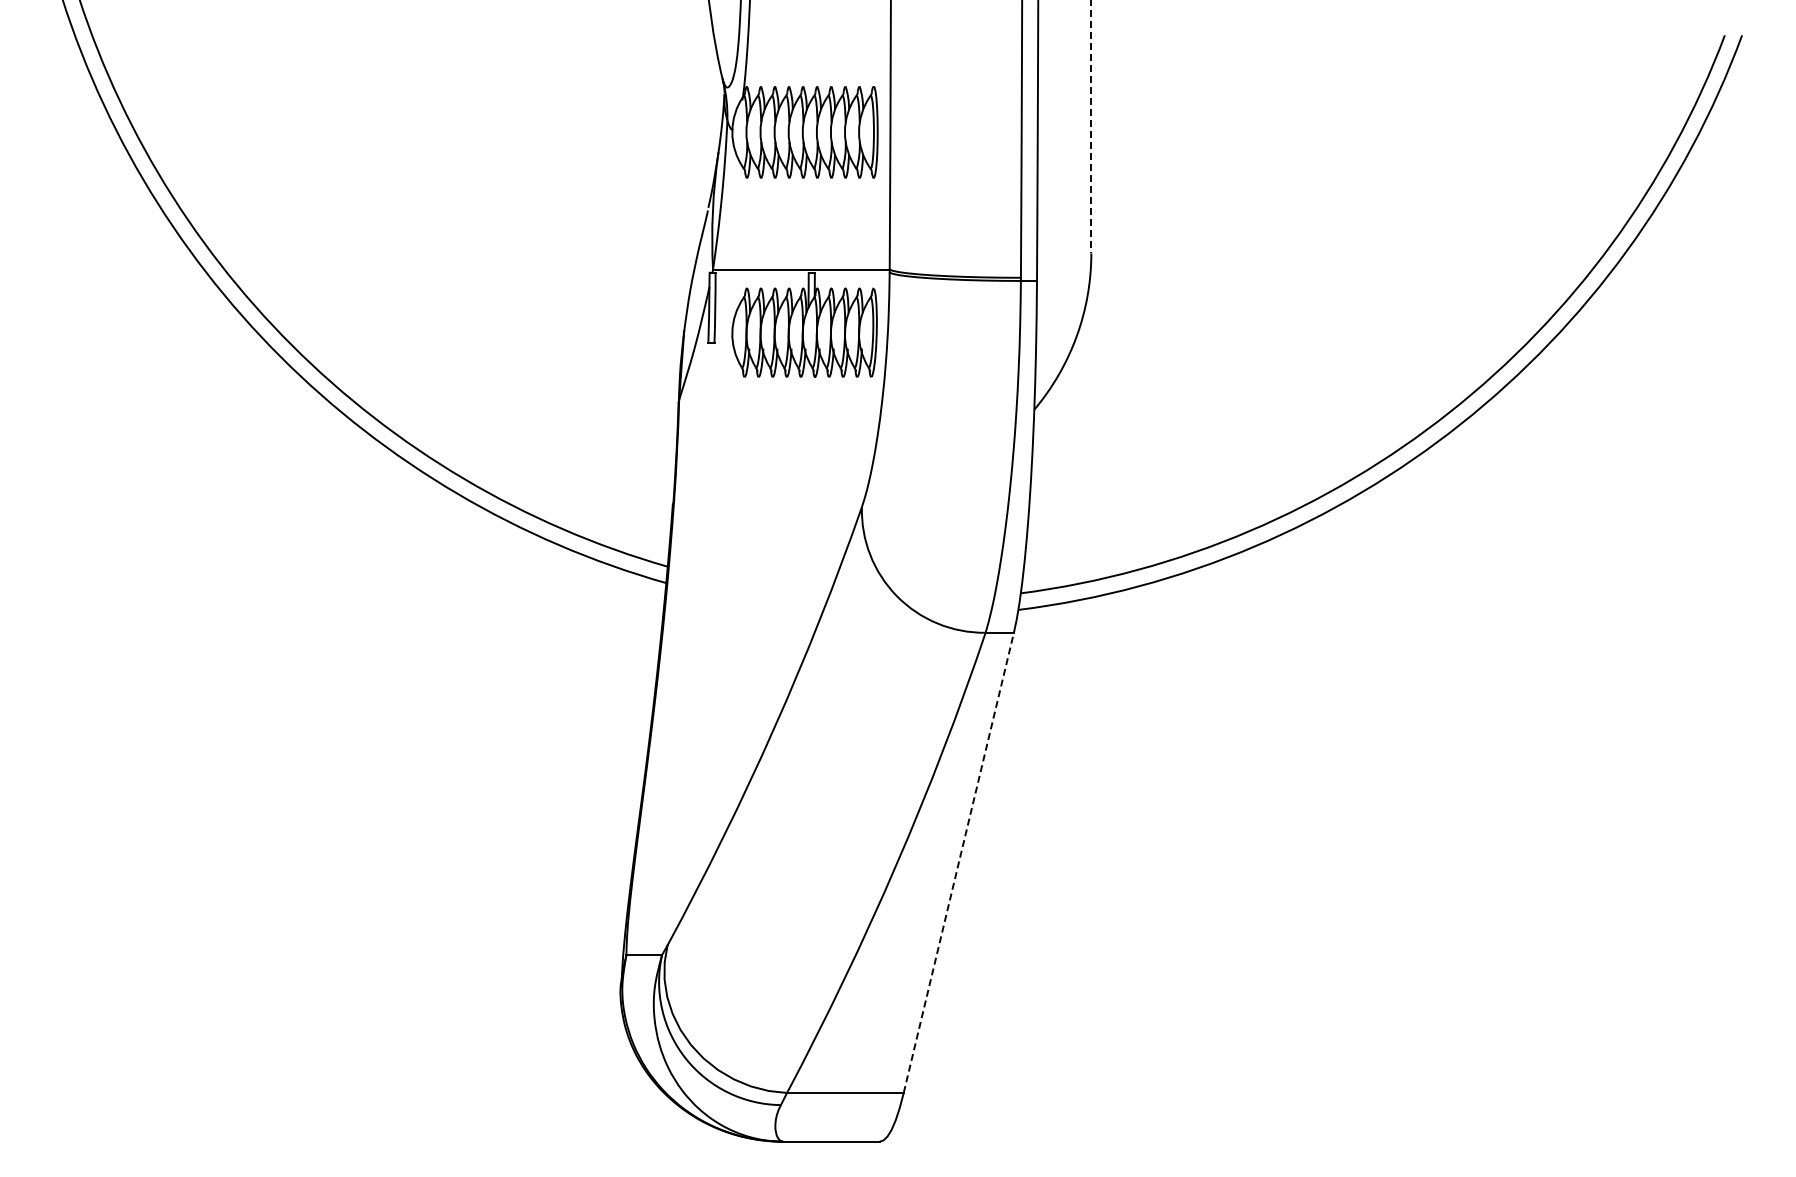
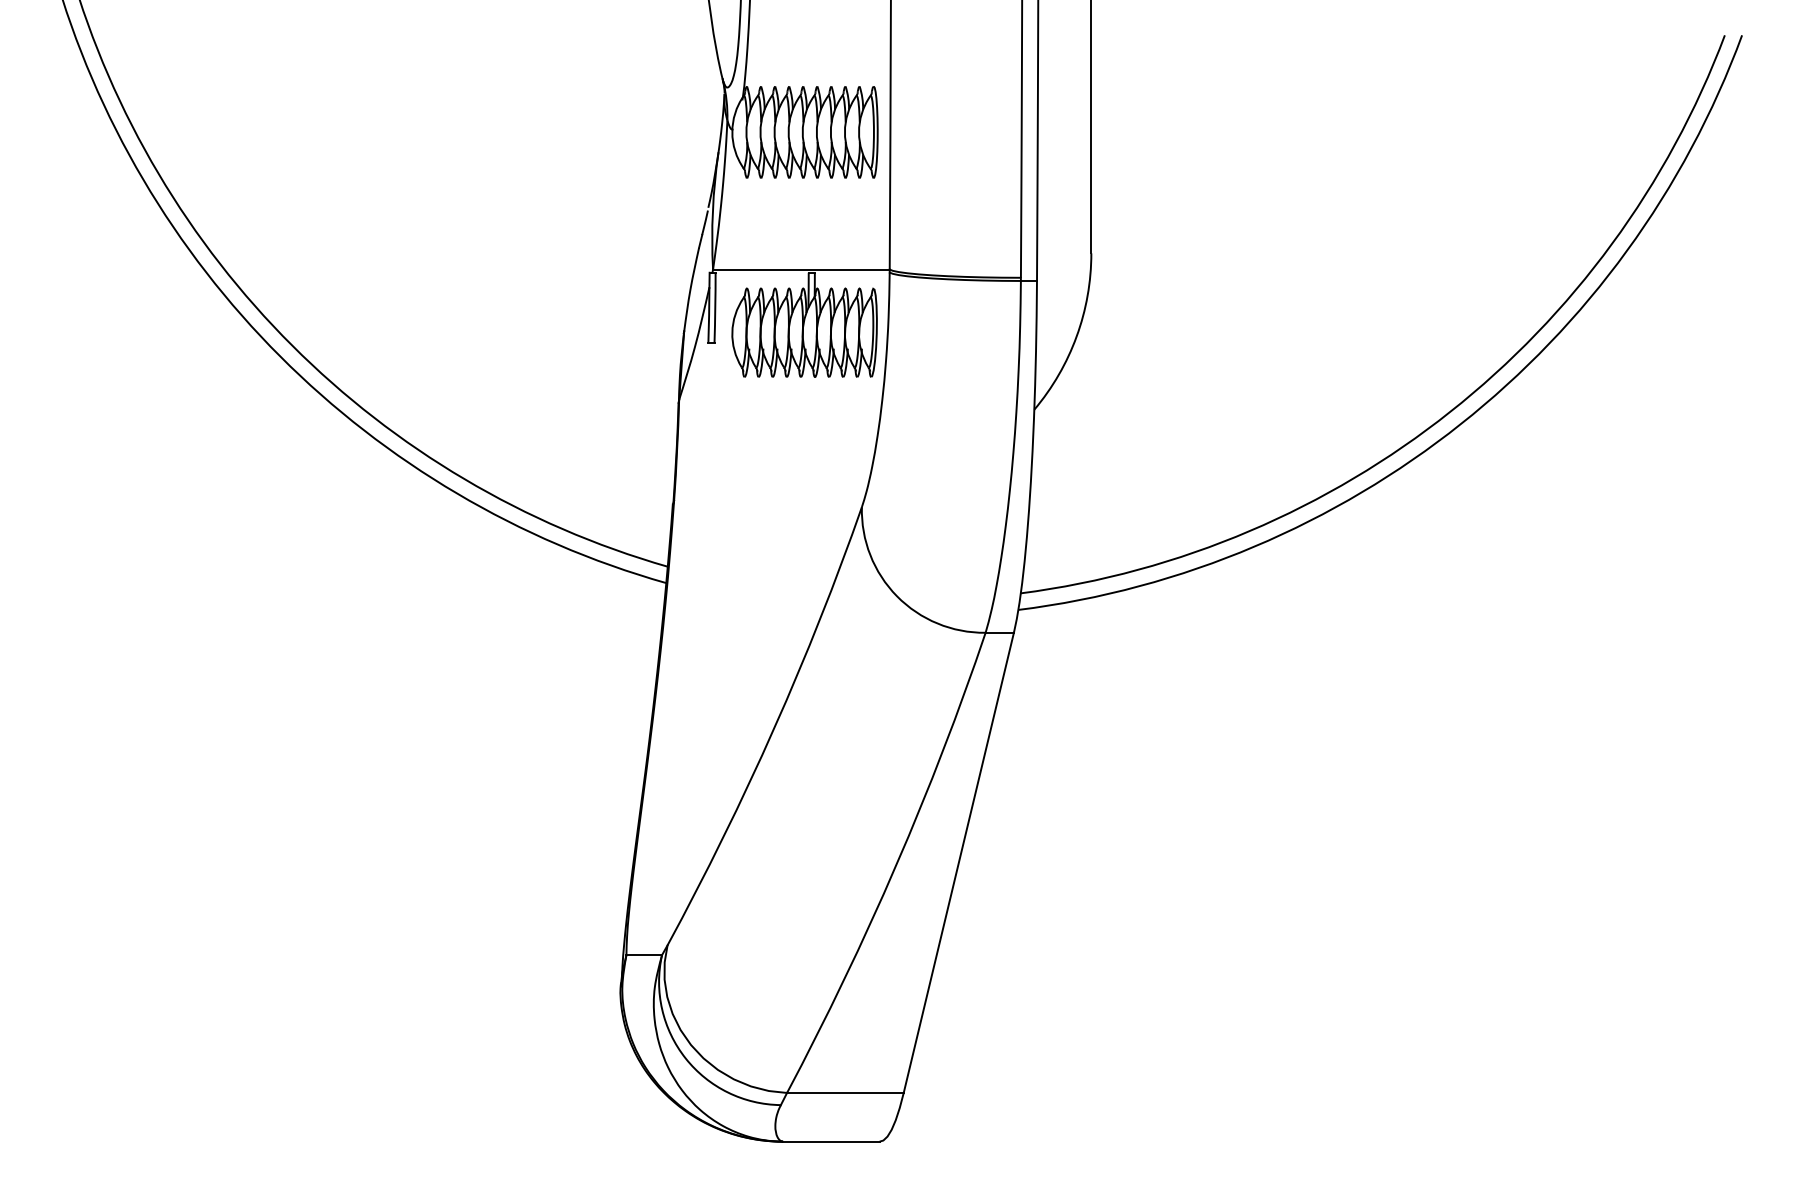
line at (1091, 127): dashed -> solid
line at (958, 862): dashed -> solid
